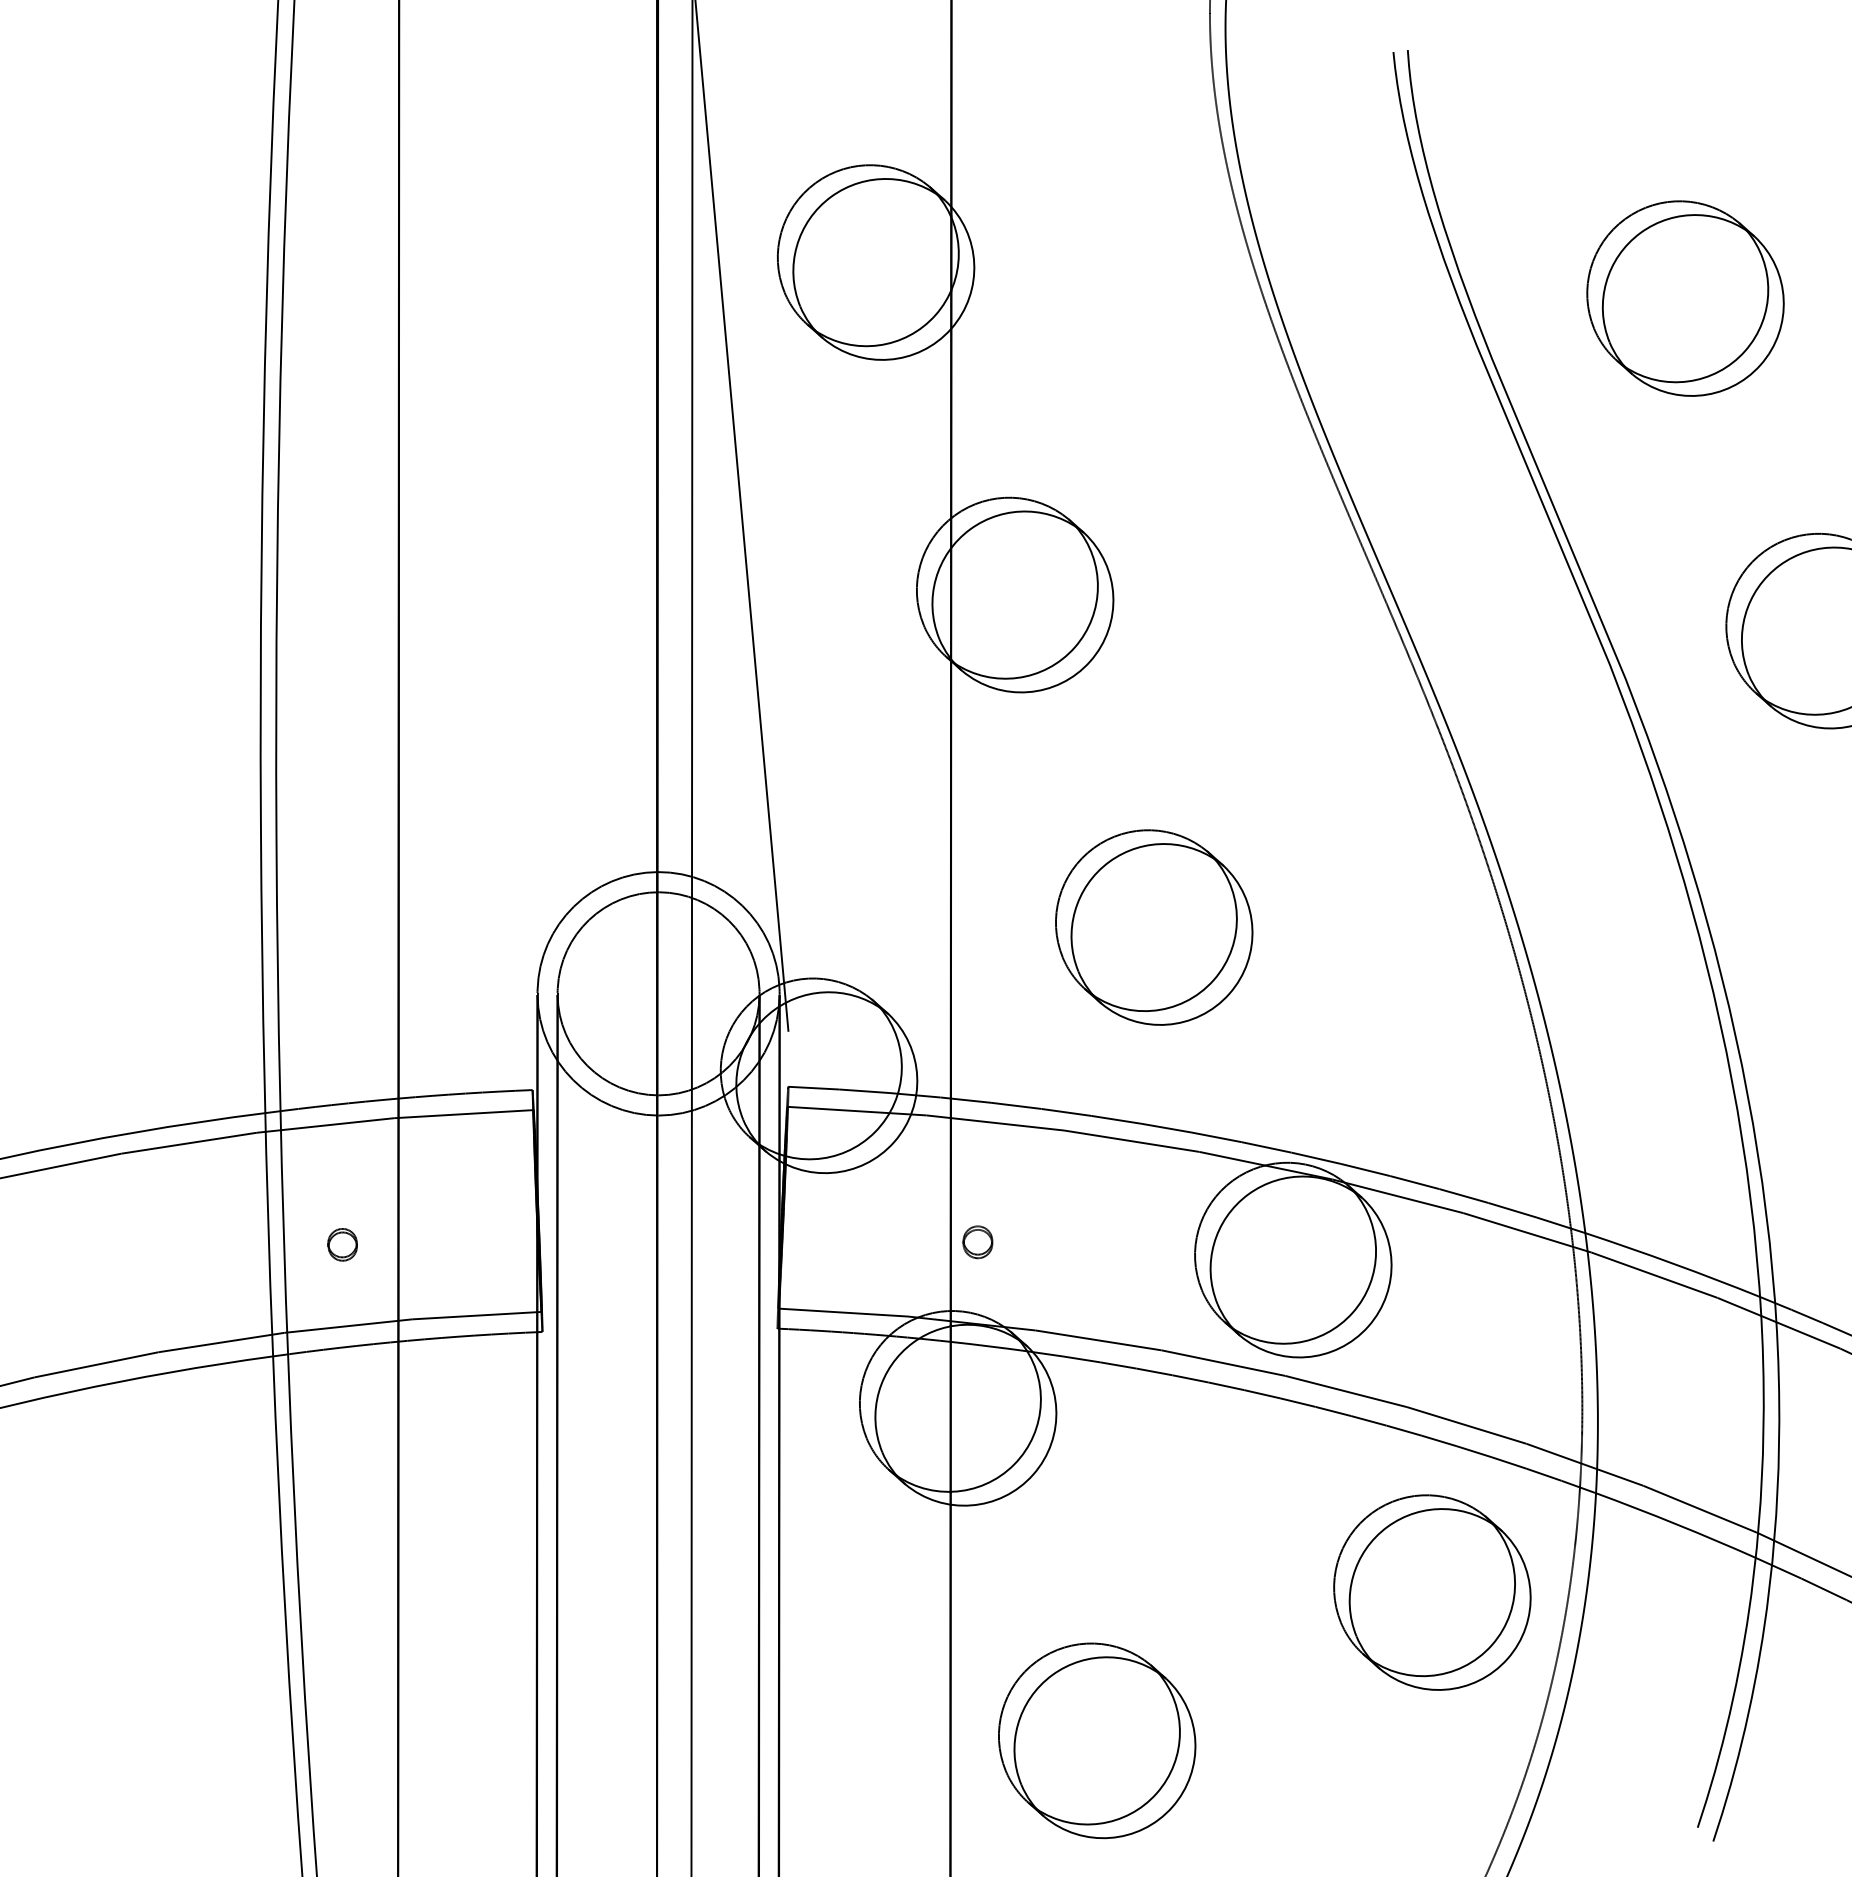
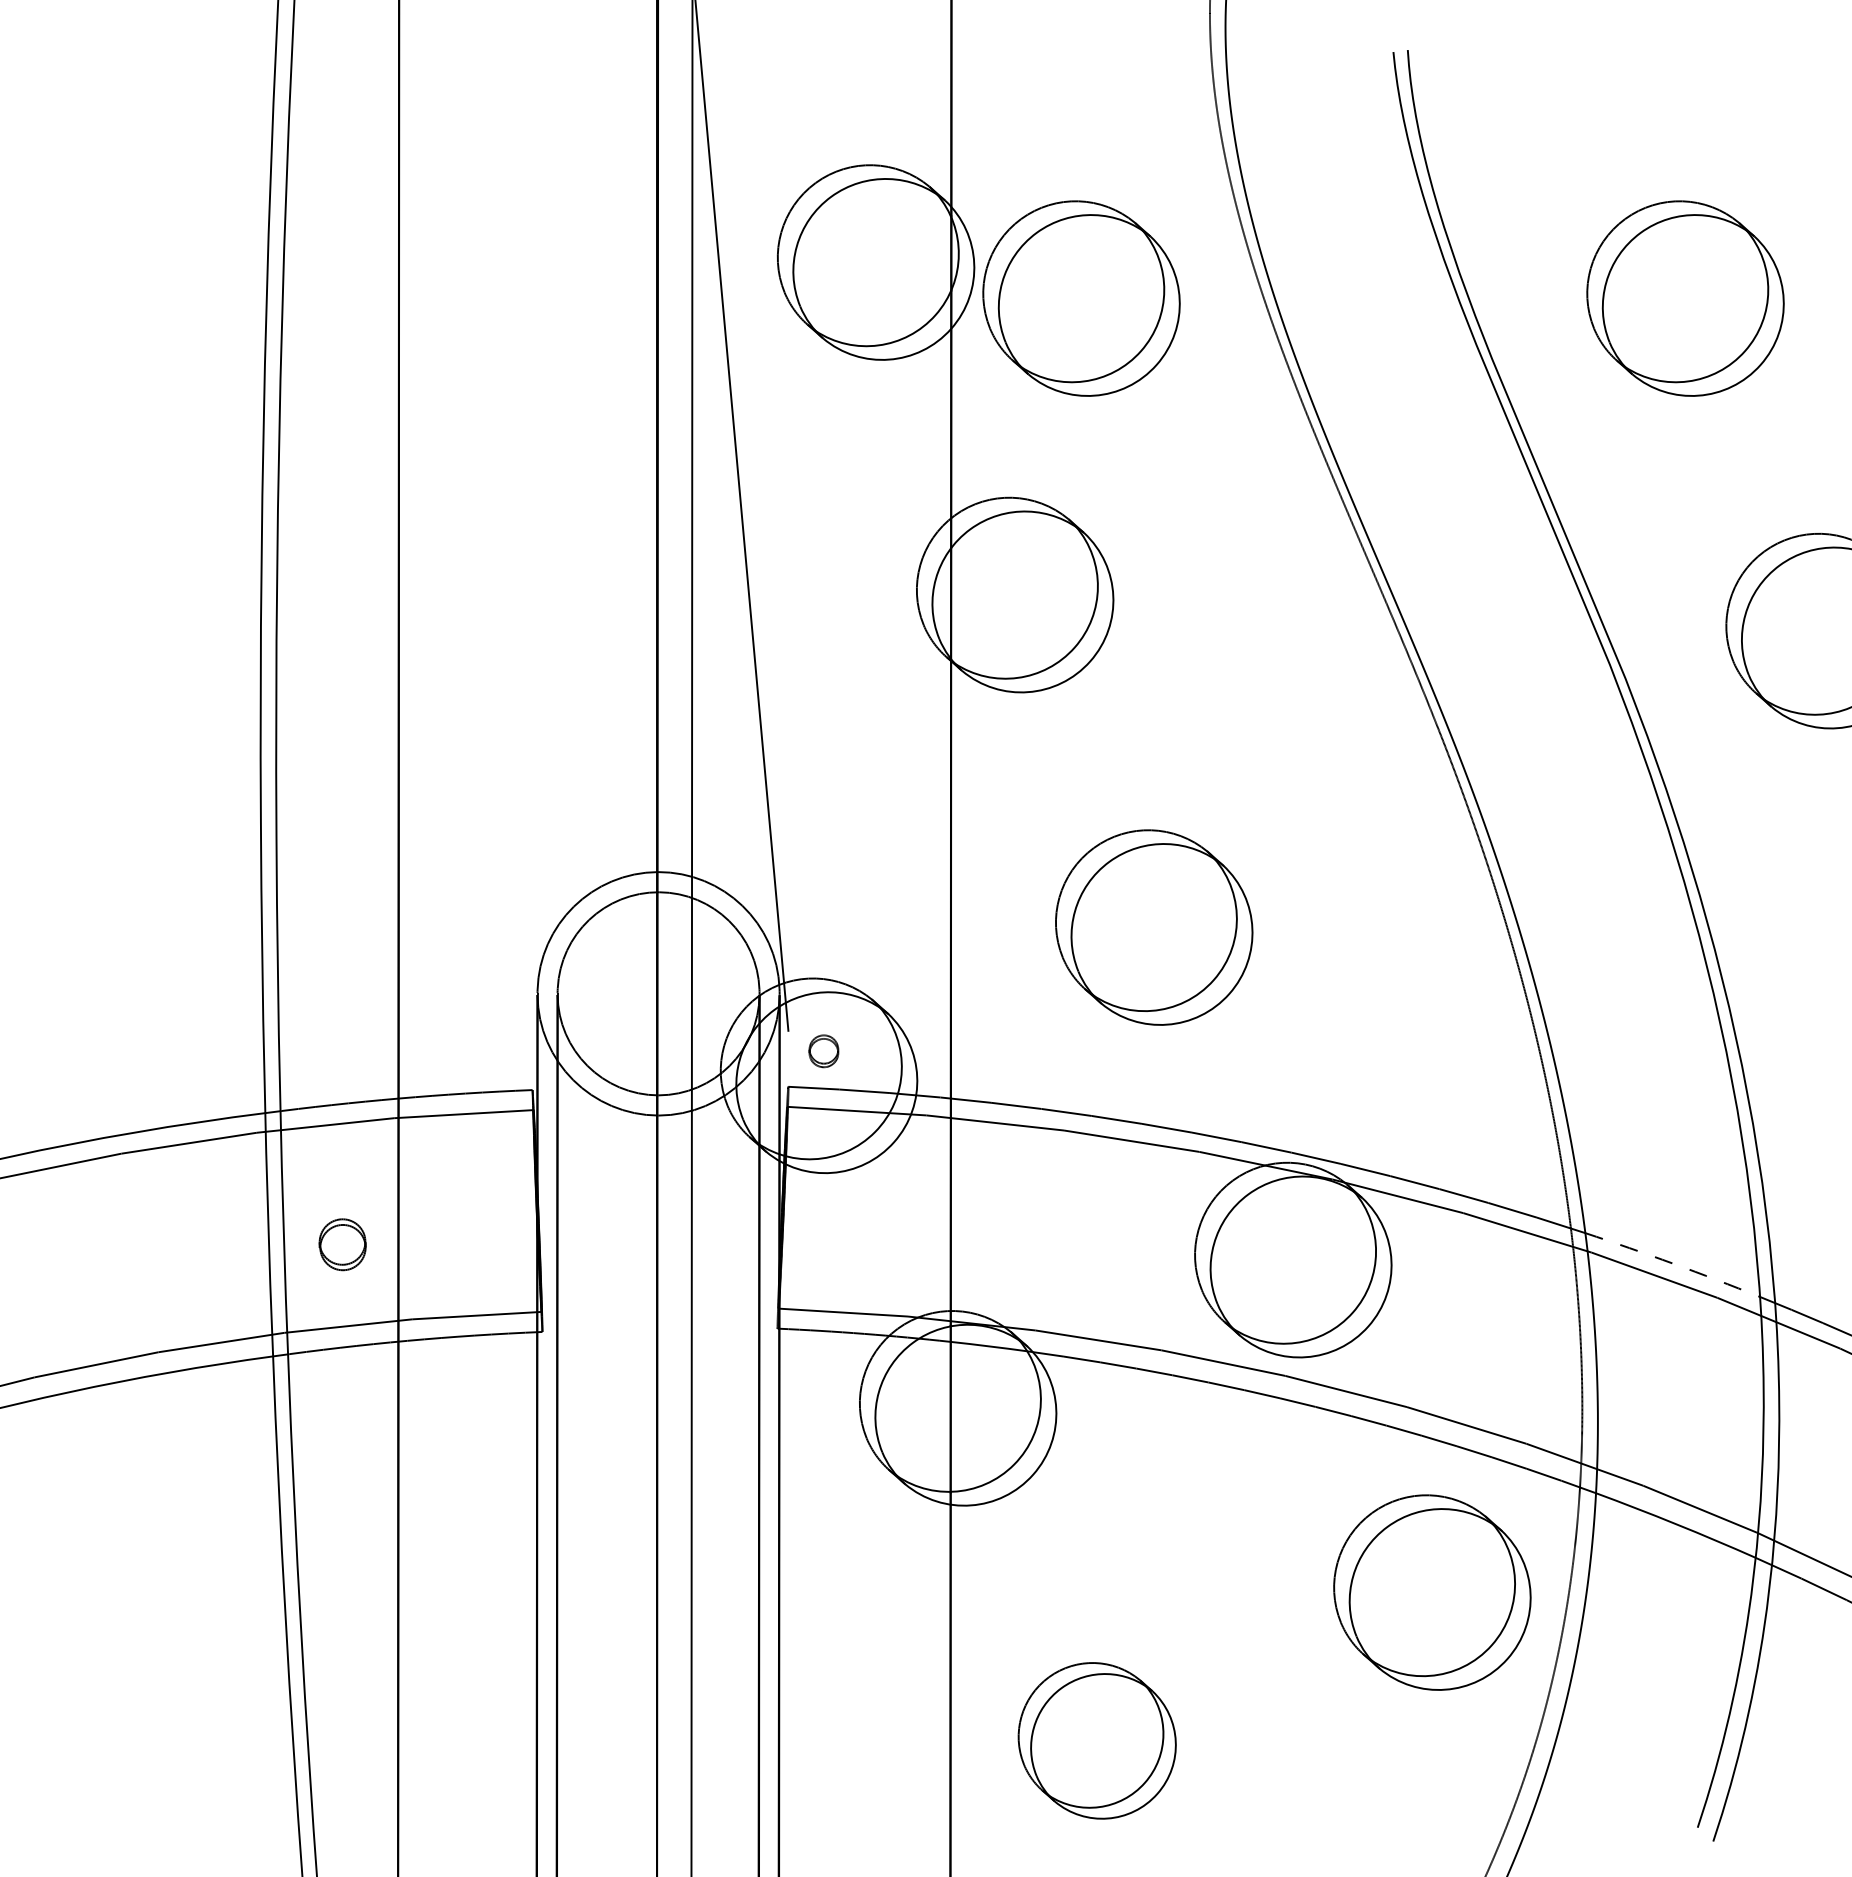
part at (1081, 298): none -> present
part at (977, 1242) position: (977, 1242) -> (823, 1051)
part at (342, 1244) size: 31x34 px -> 49x54 px
arc at (1673, 1263): solid -> dashed
part at (1097, 1740) size: 199x198 px -> 160x158 px
